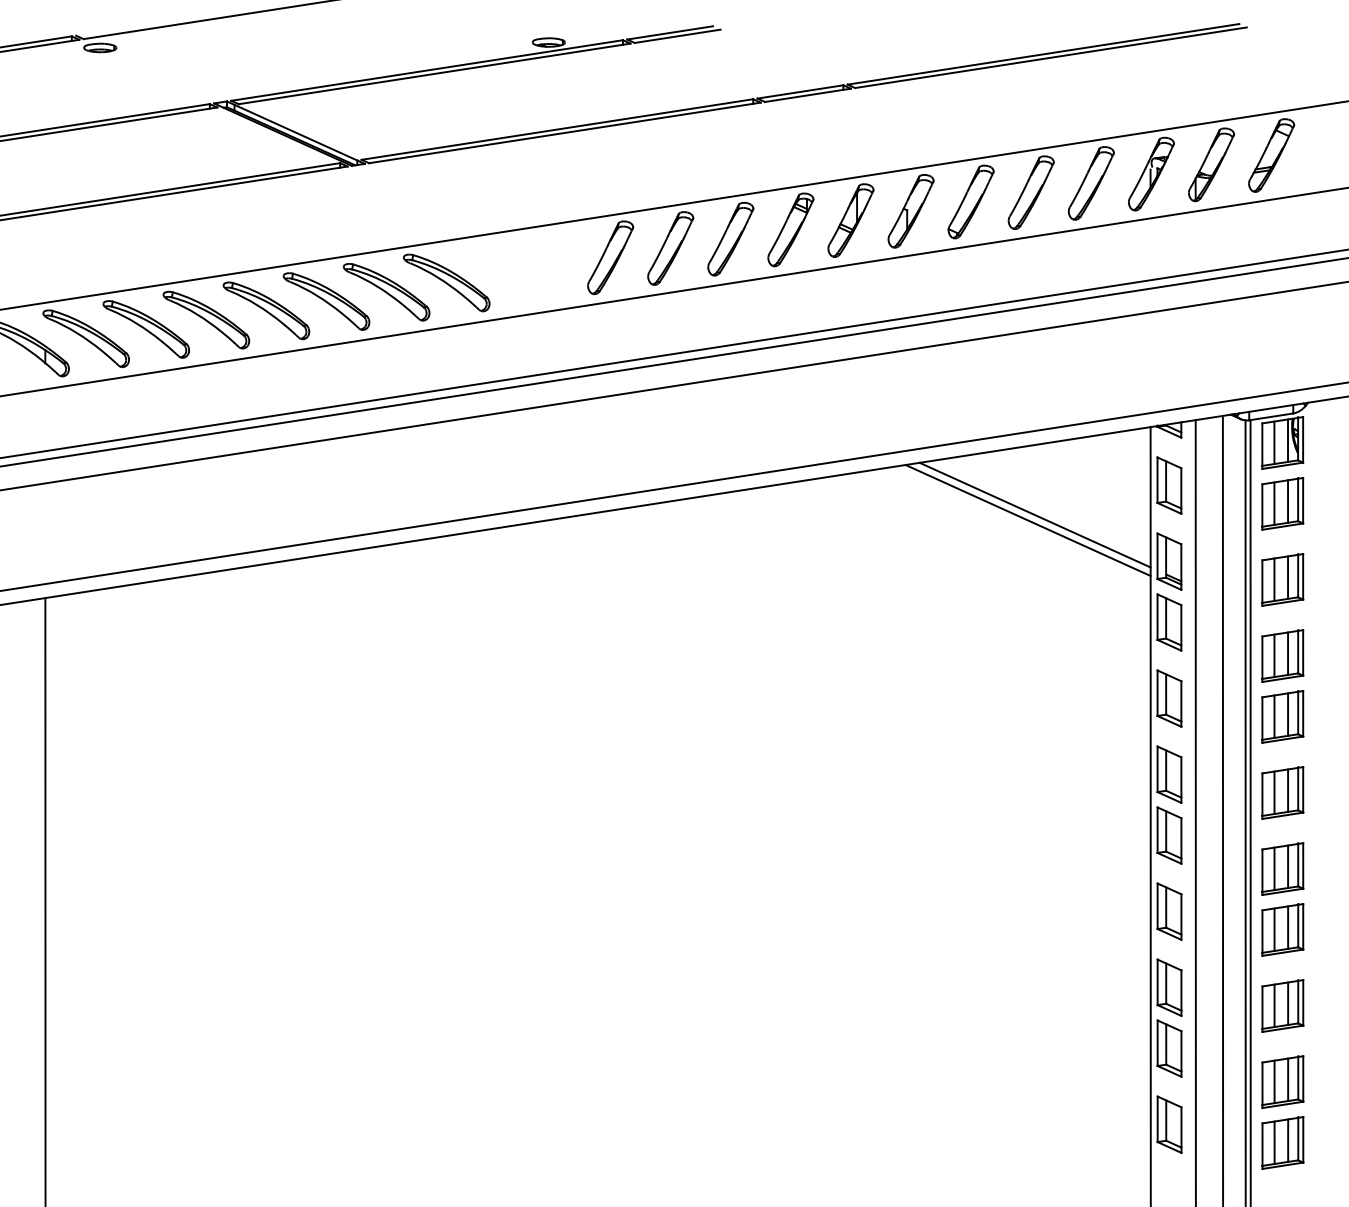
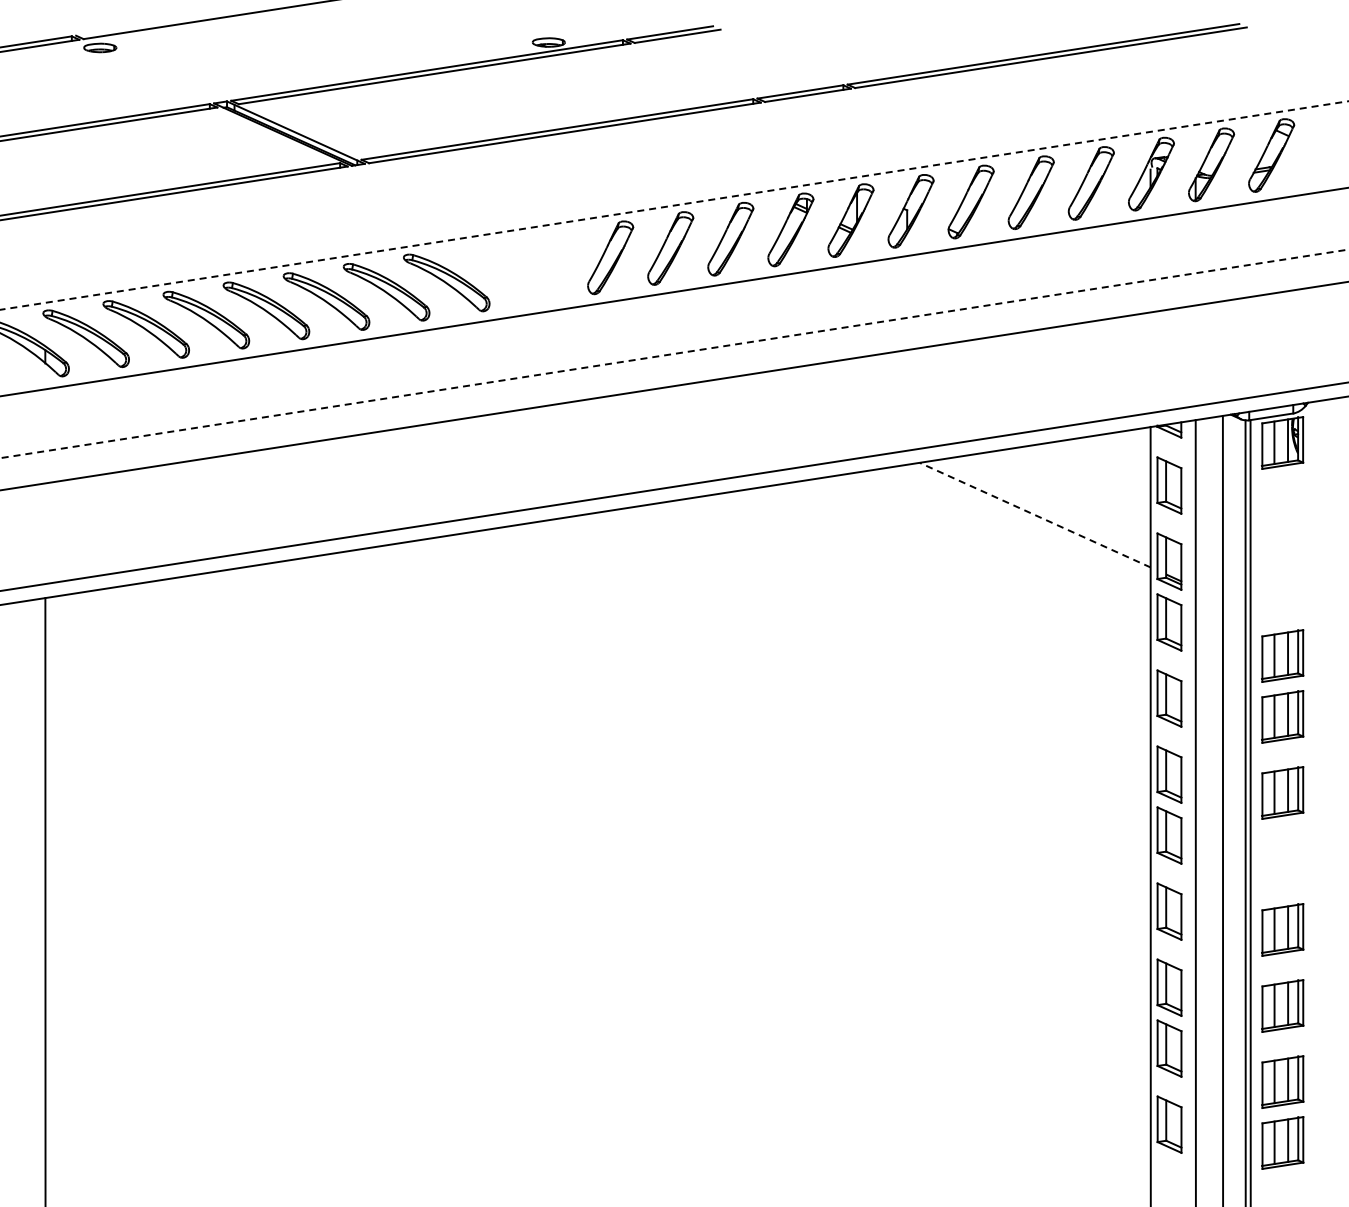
line at (674, 205): solid -> dashed
line at (674, 353): solid -> dashed
line at (673, 362): present -> none
part at (1282, 503): present -> none
line at (1035, 515): solid -> dashed
line at (1027, 520): present -> none
part at (1282, 579): present -> none
part at (1282, 868): present -> none
